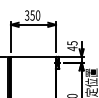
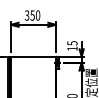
text at (72, 48): 45 -> 15
